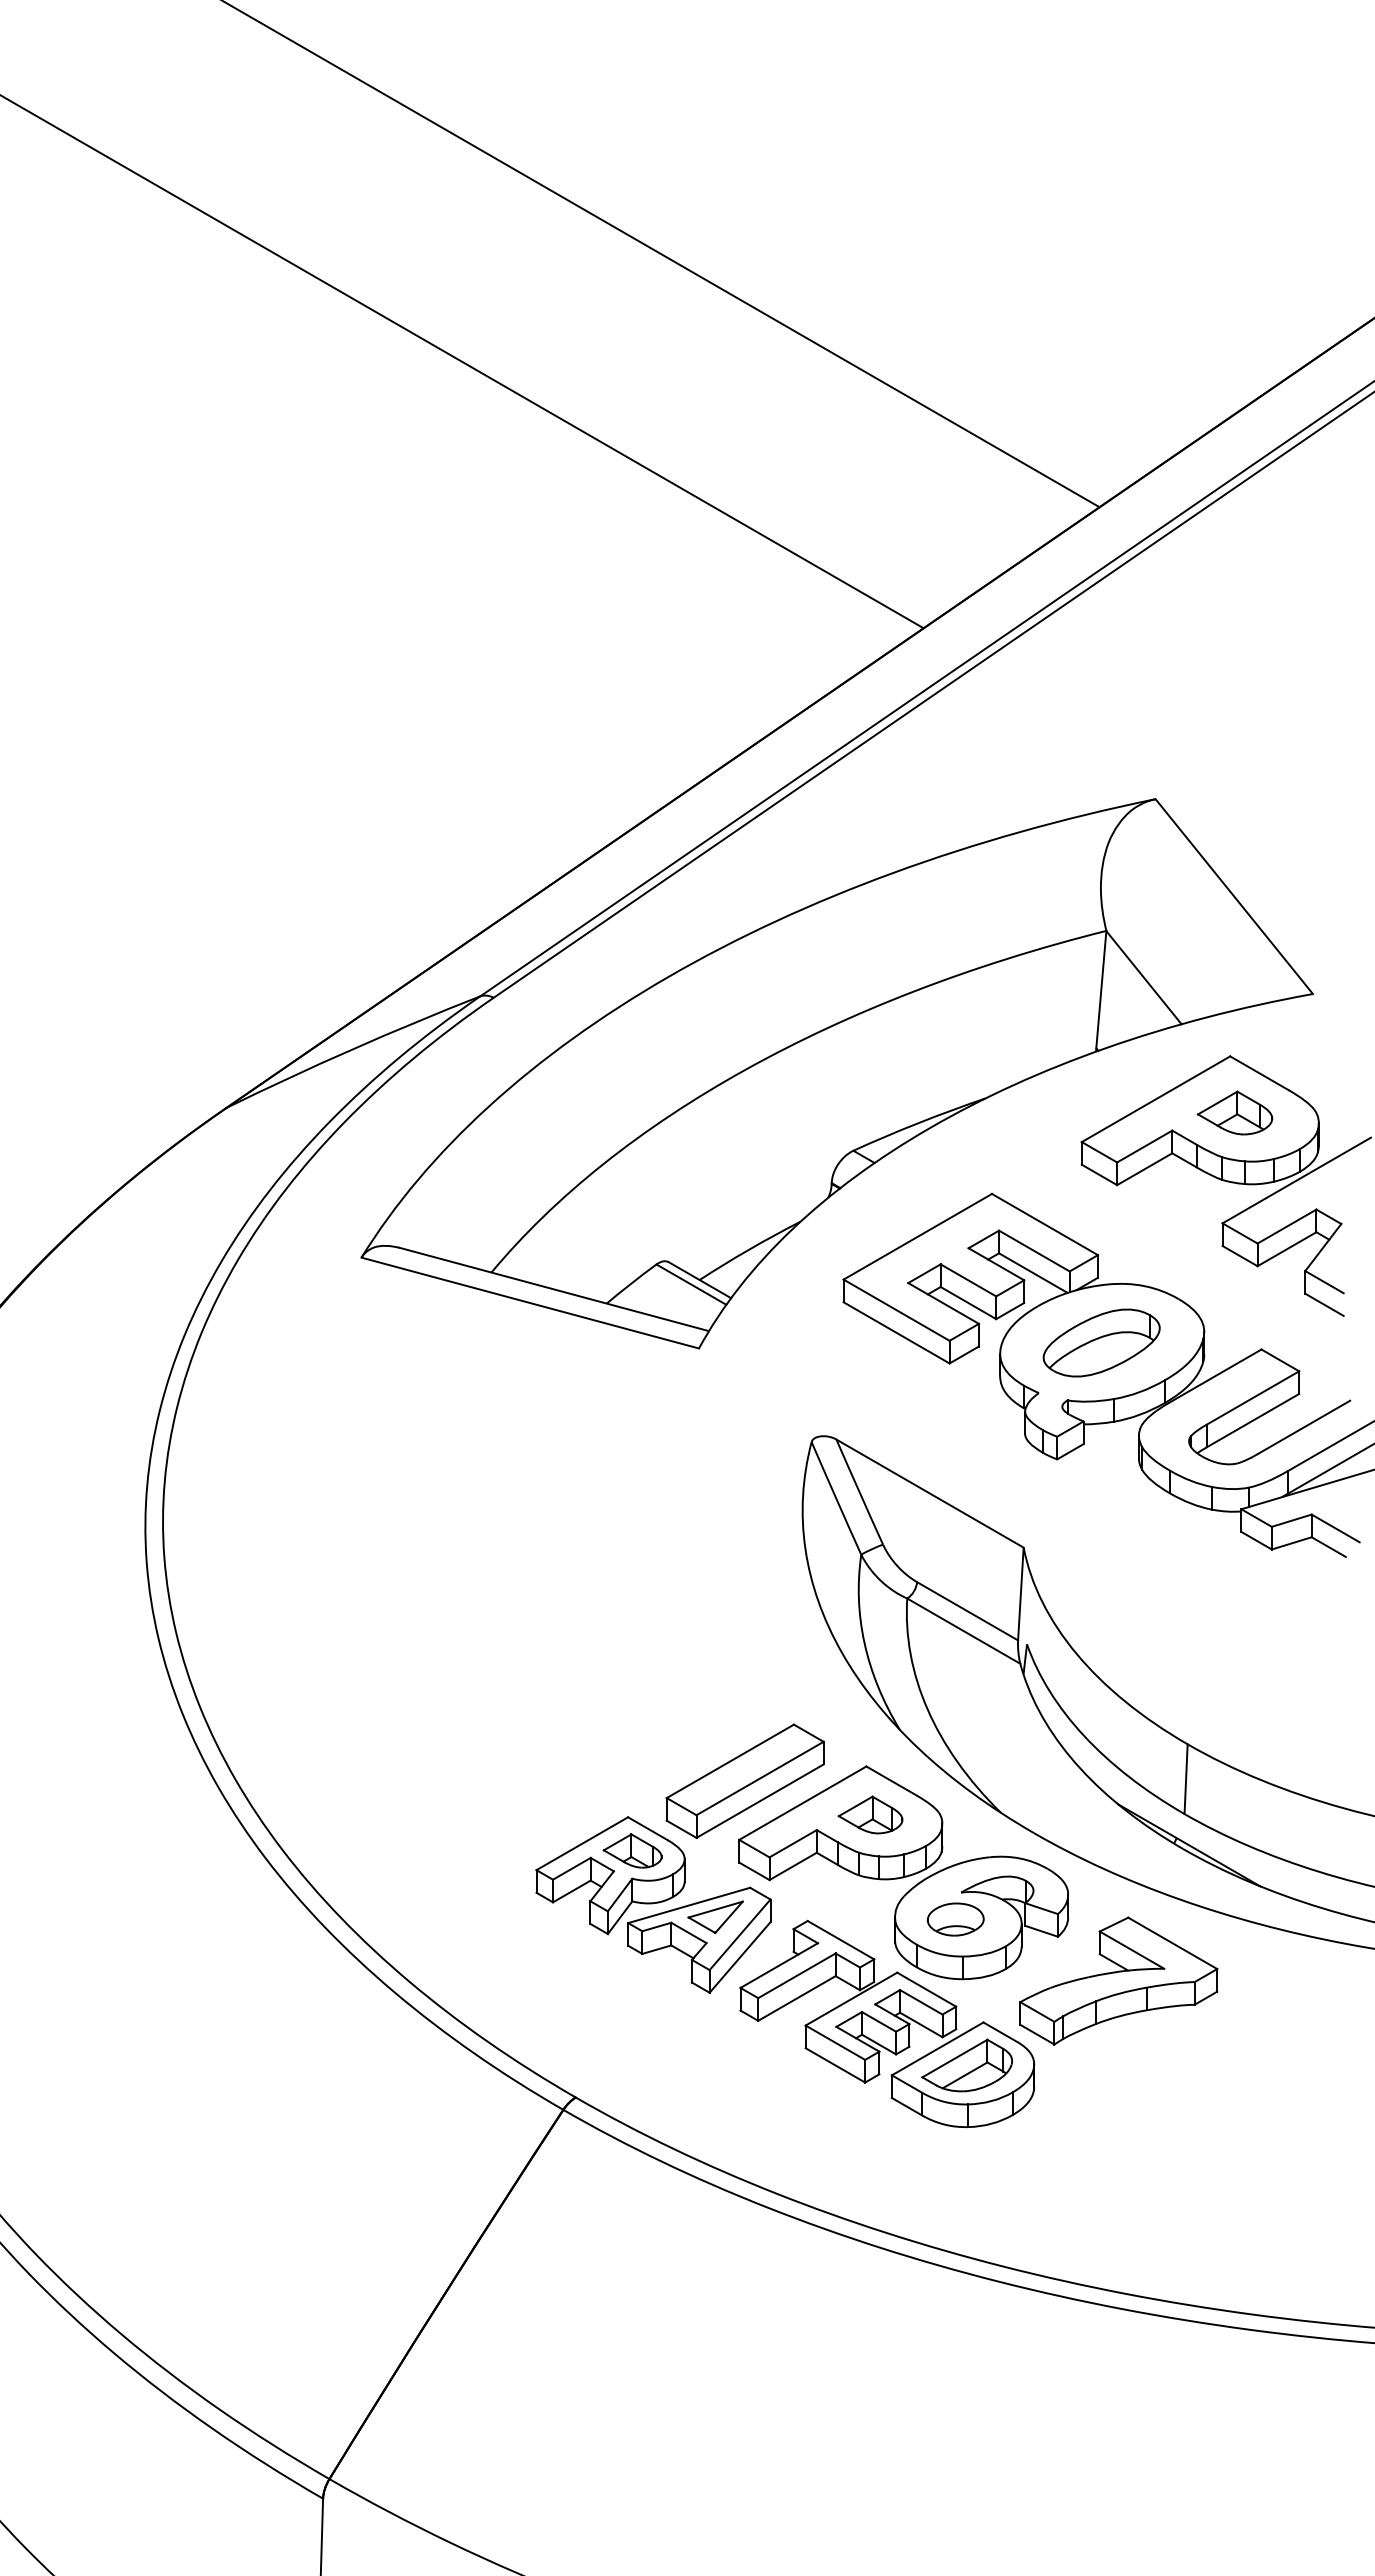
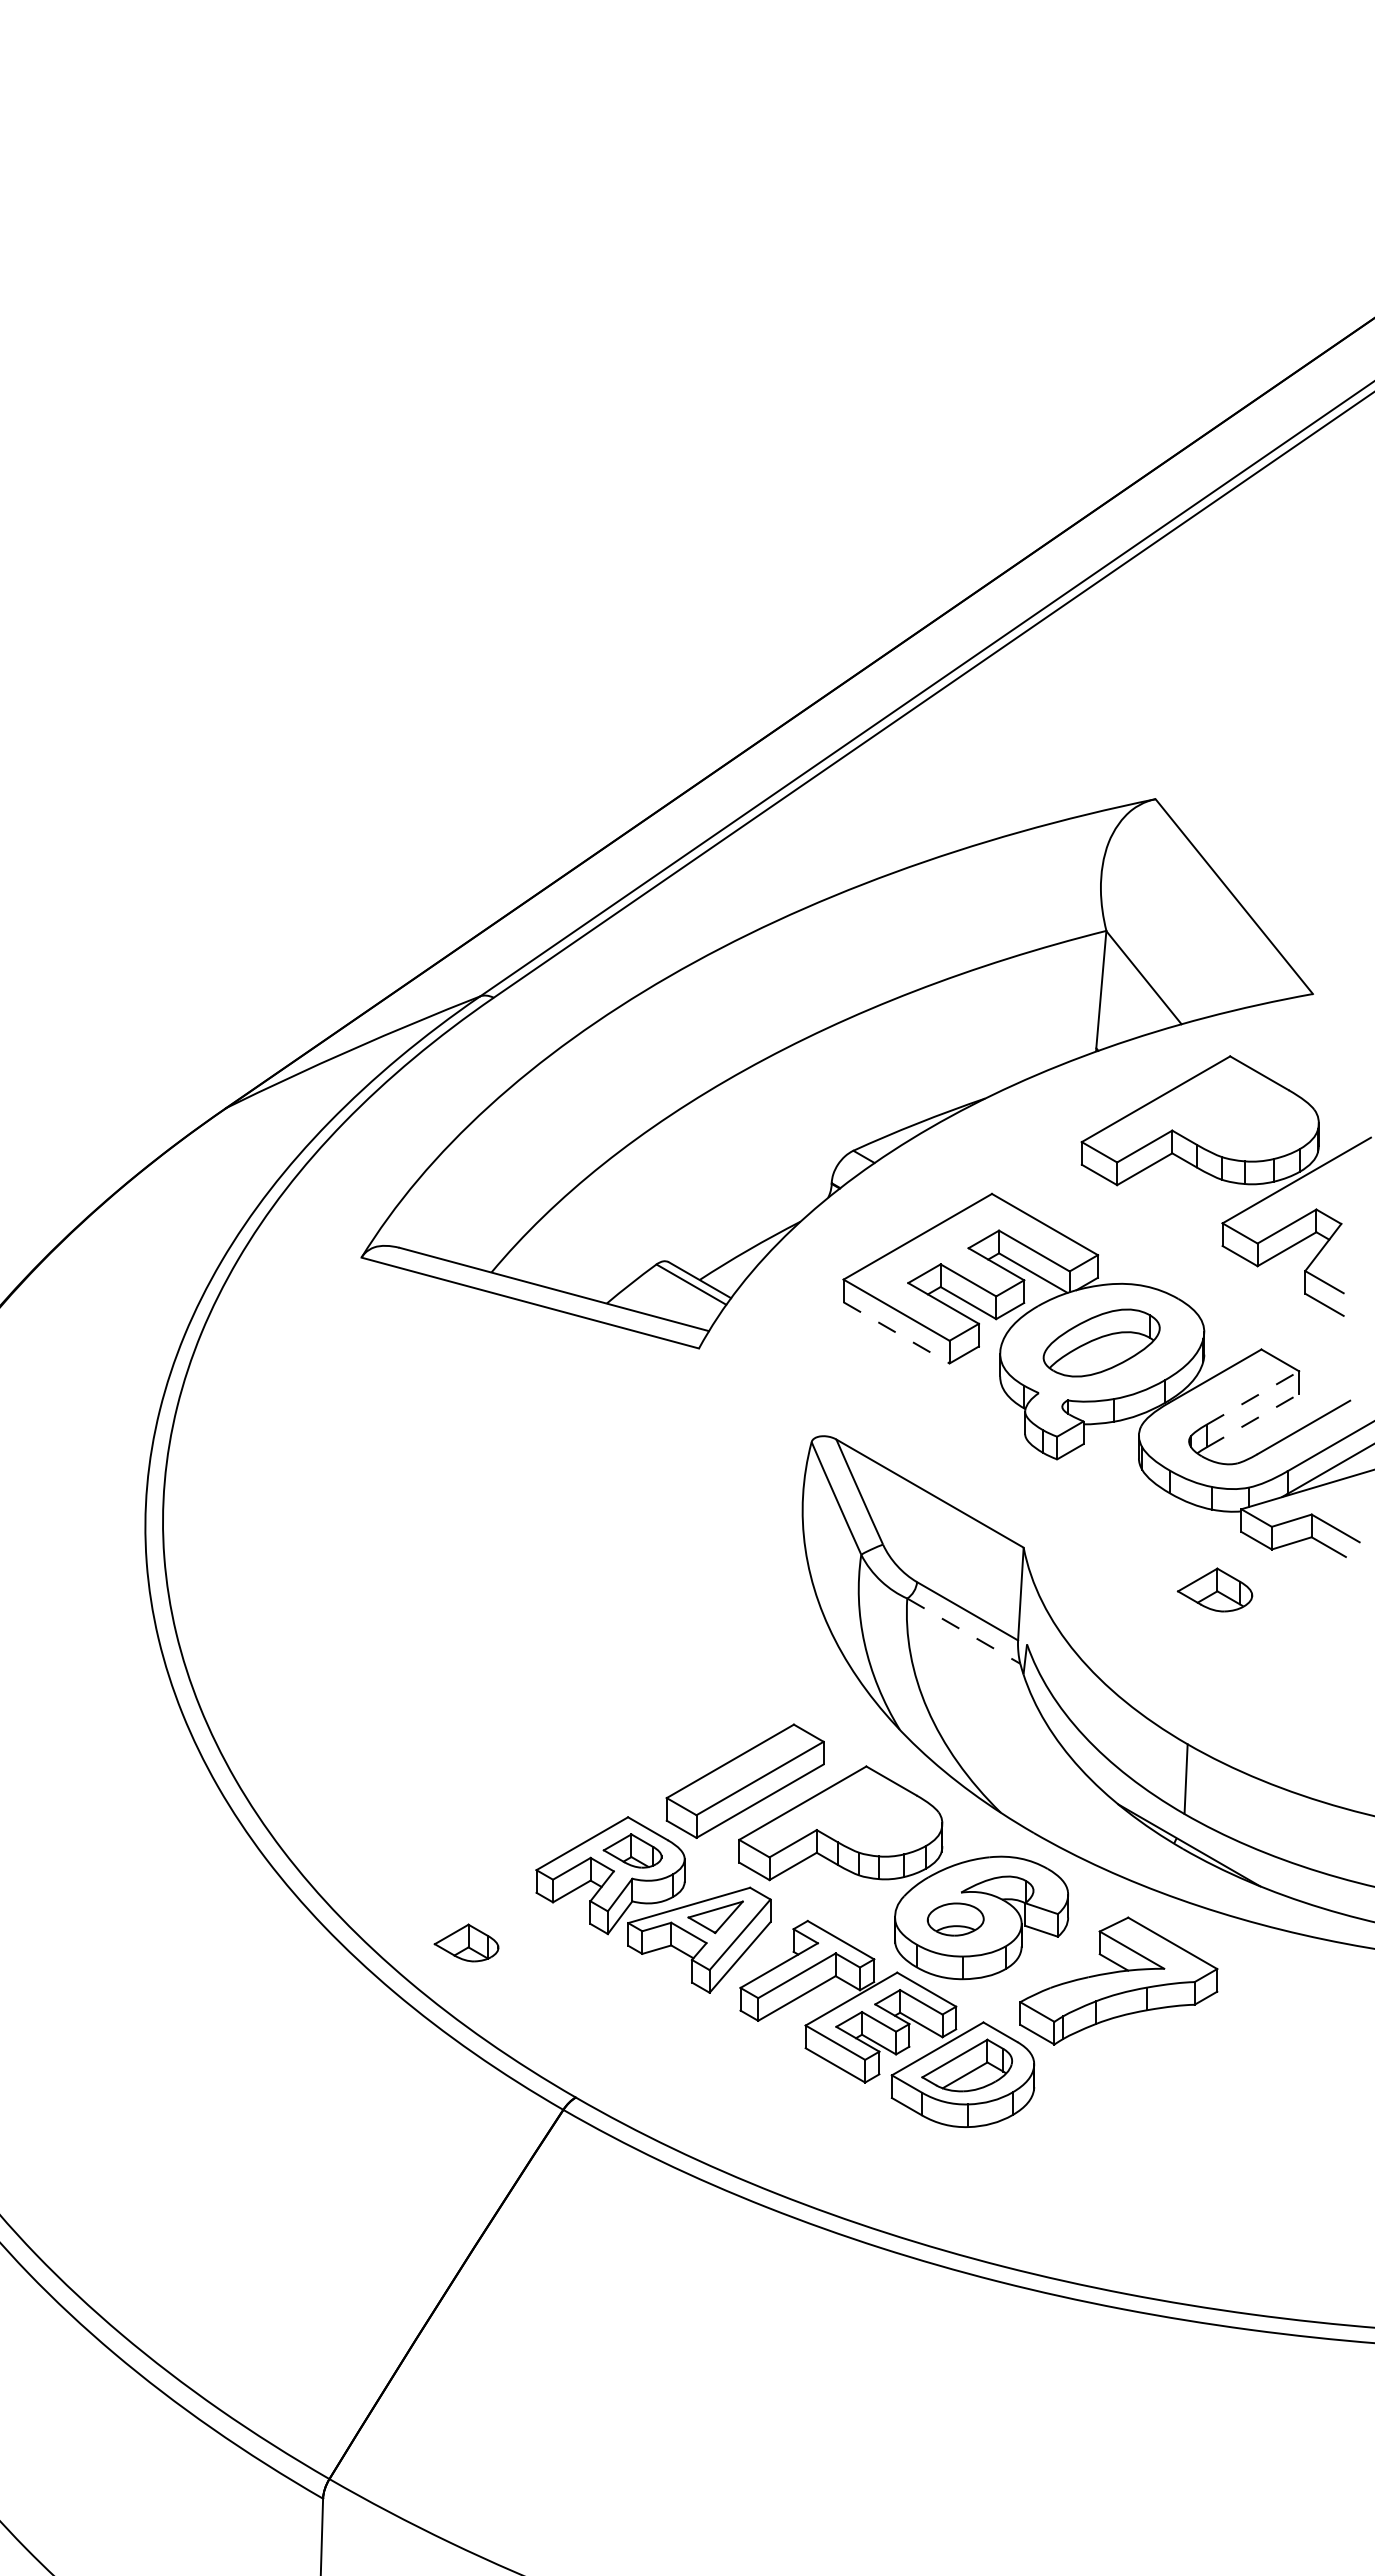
line at (661, 254): present -> none
line at (462, 362): present -> none
part at (1234, 1112) position: (1234, 1112) -> (1214, 1589)
line at (897, 1333): solid -> dashed
line at (1253, 1397): solid -> dashed
line at (1253, 1420): solid -> dashed
line at (964, 1631): solid -> dashed
part at (870, 1814) position: (870, 1814) -> (466, 1942)
